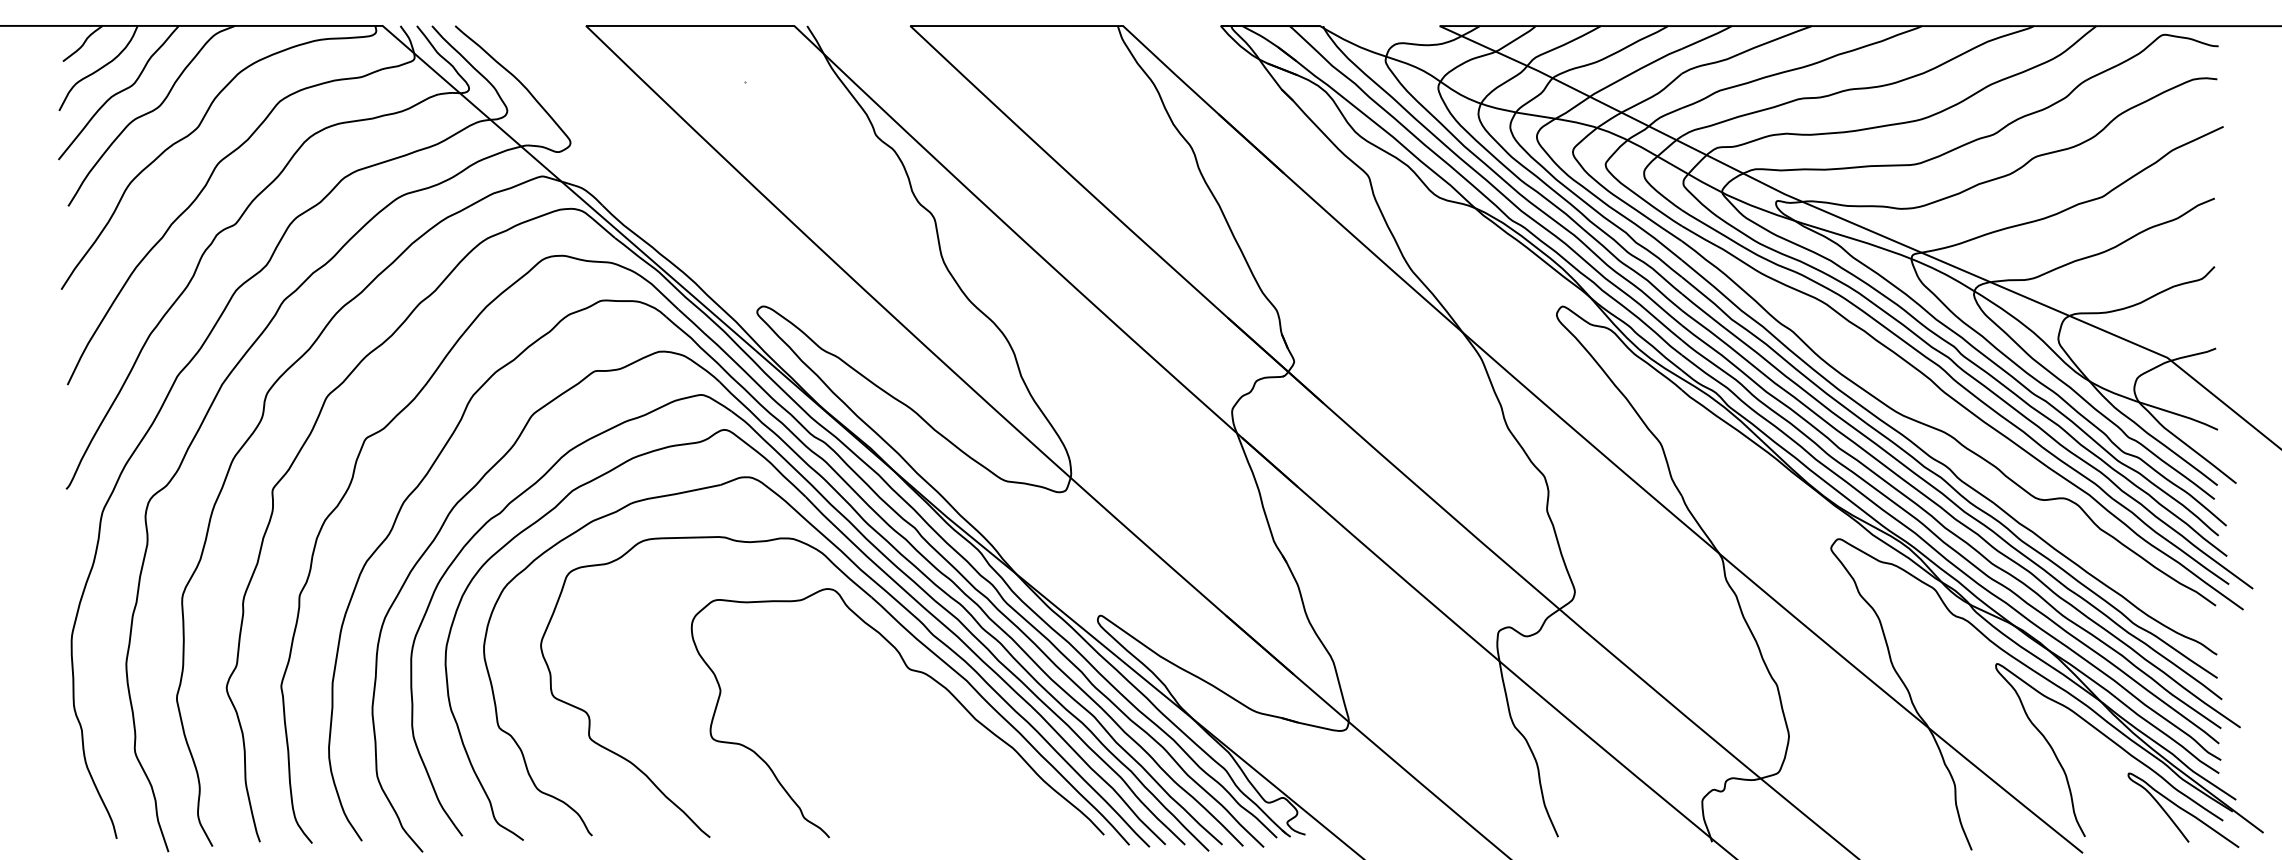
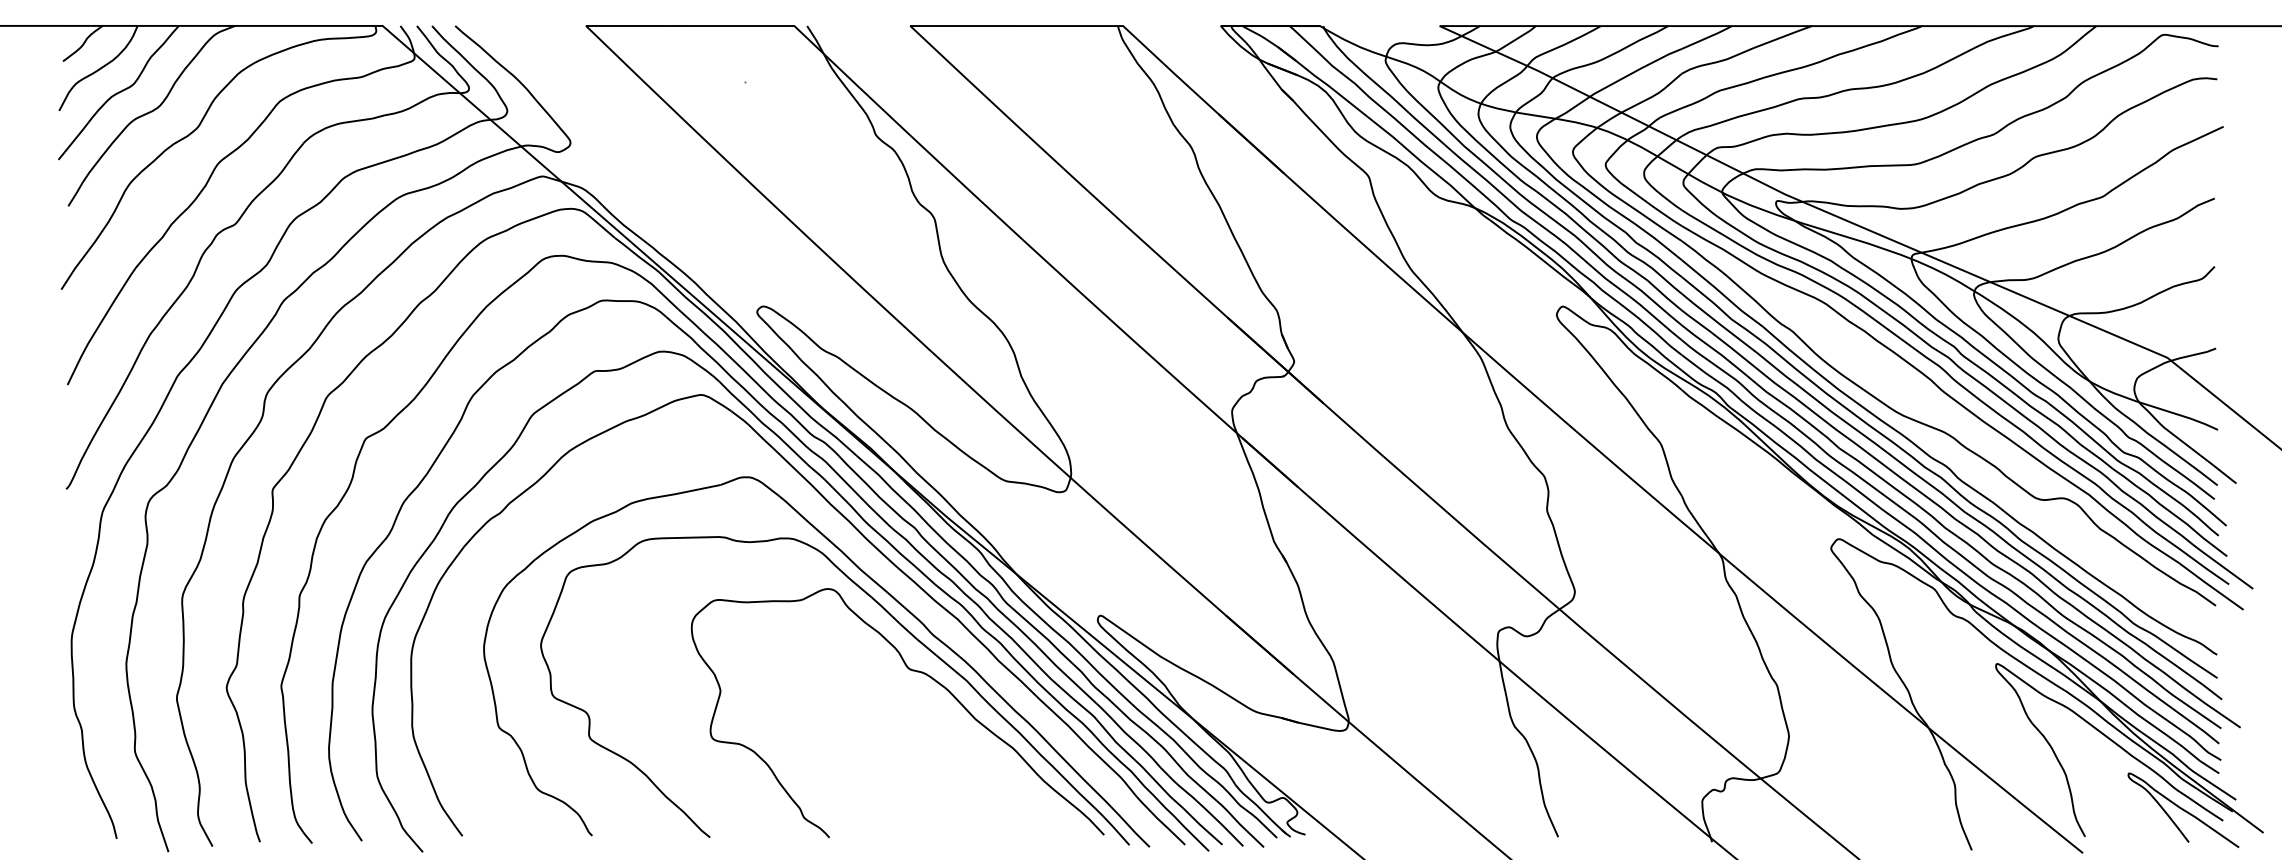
part at (869, 560): present -> none
